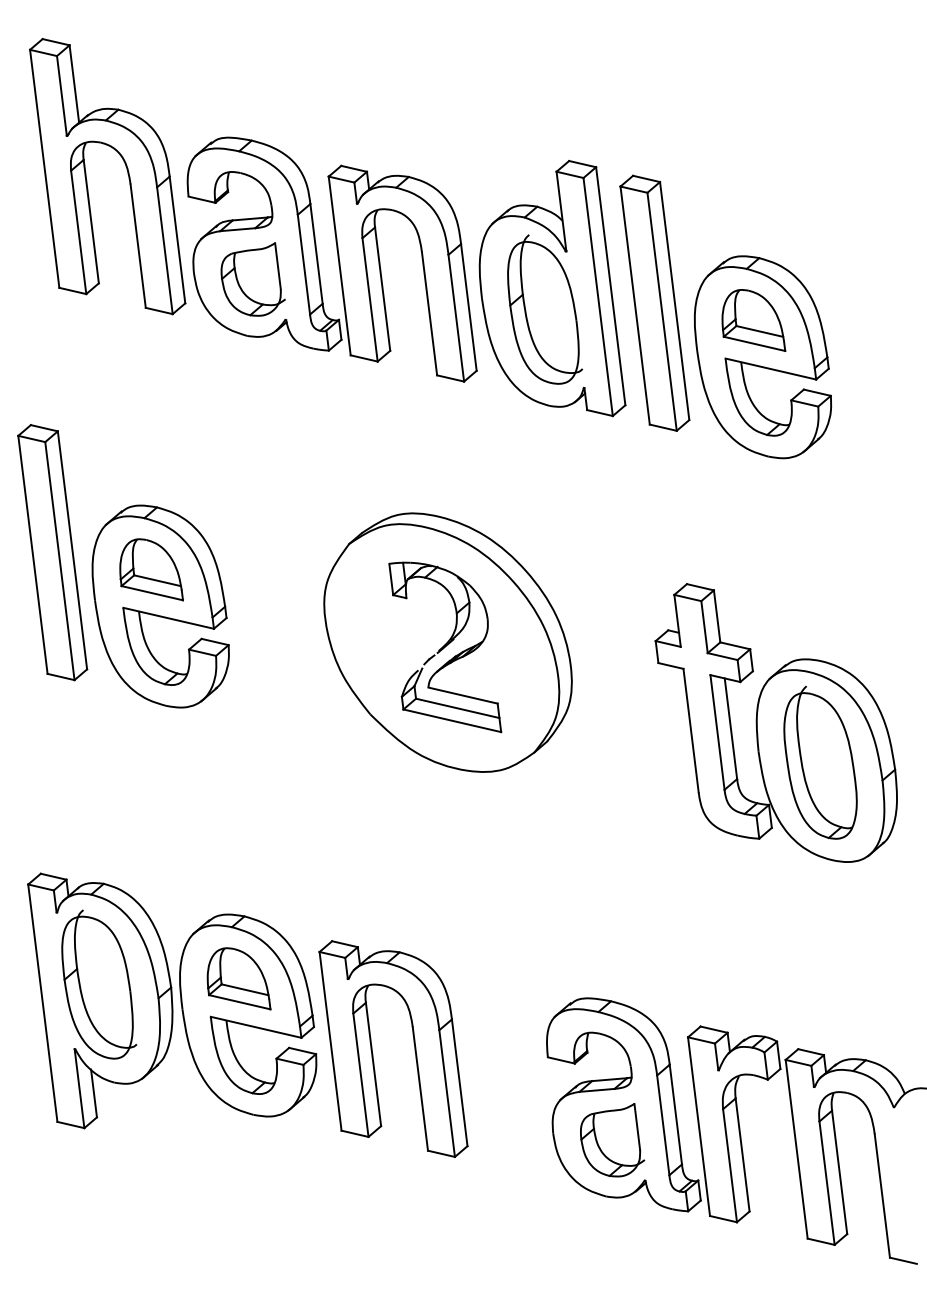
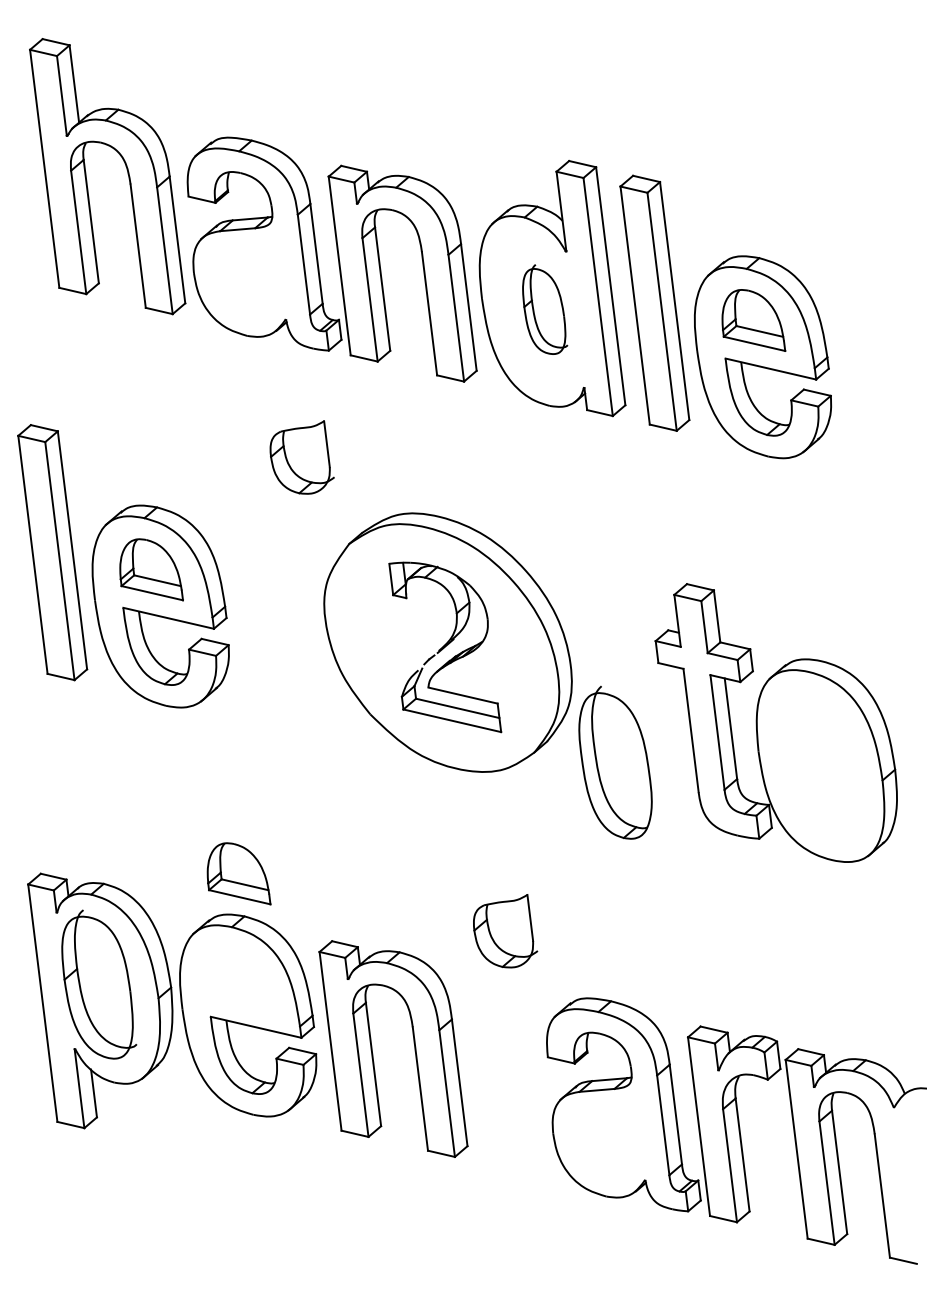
part at (252, 279) position: (252, 279) -> (301, 457)
part at (545, 309) size: 77x151 px -> 47x91 px
part at (820, 762) position: (820, 762) -> (615, 762)
part at (238, 978) position: (238, 978) -> (238, 873)
part at (612, 1140) position: (612, 1140) -> (505, 931)
